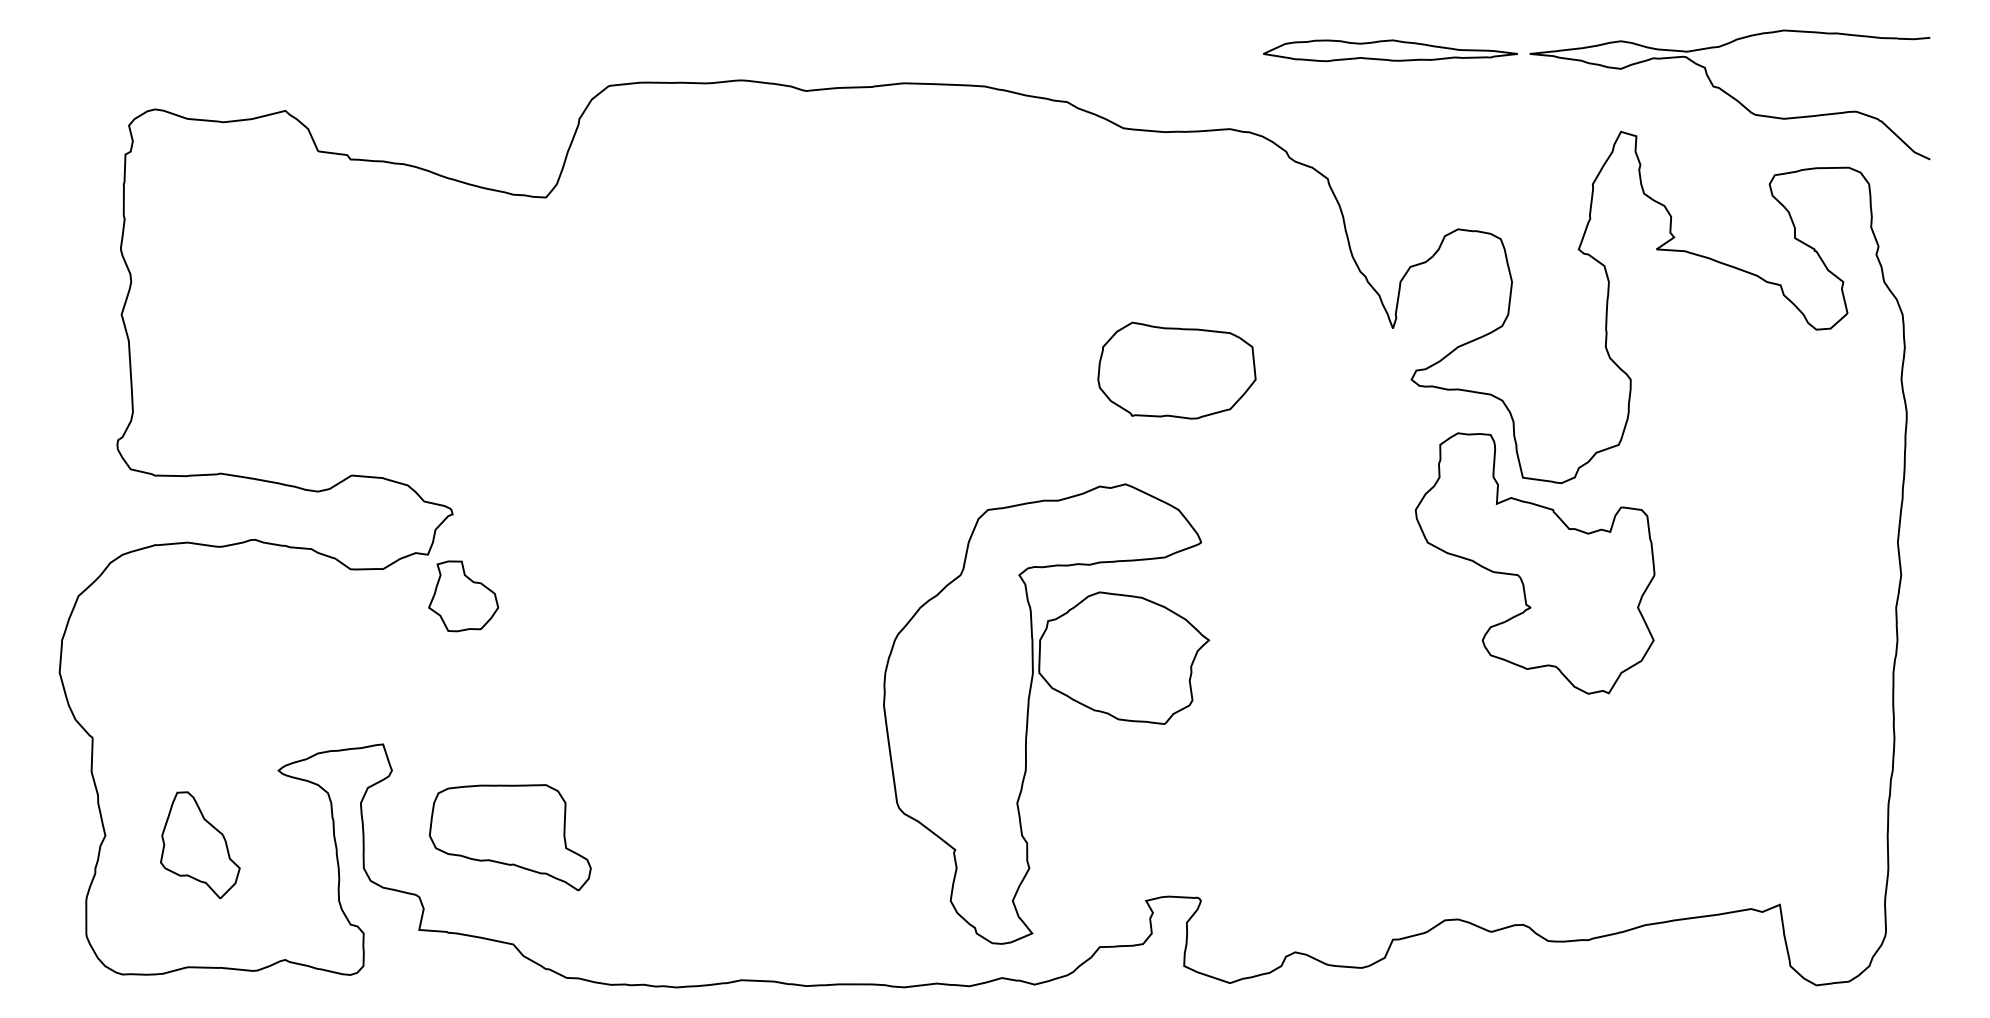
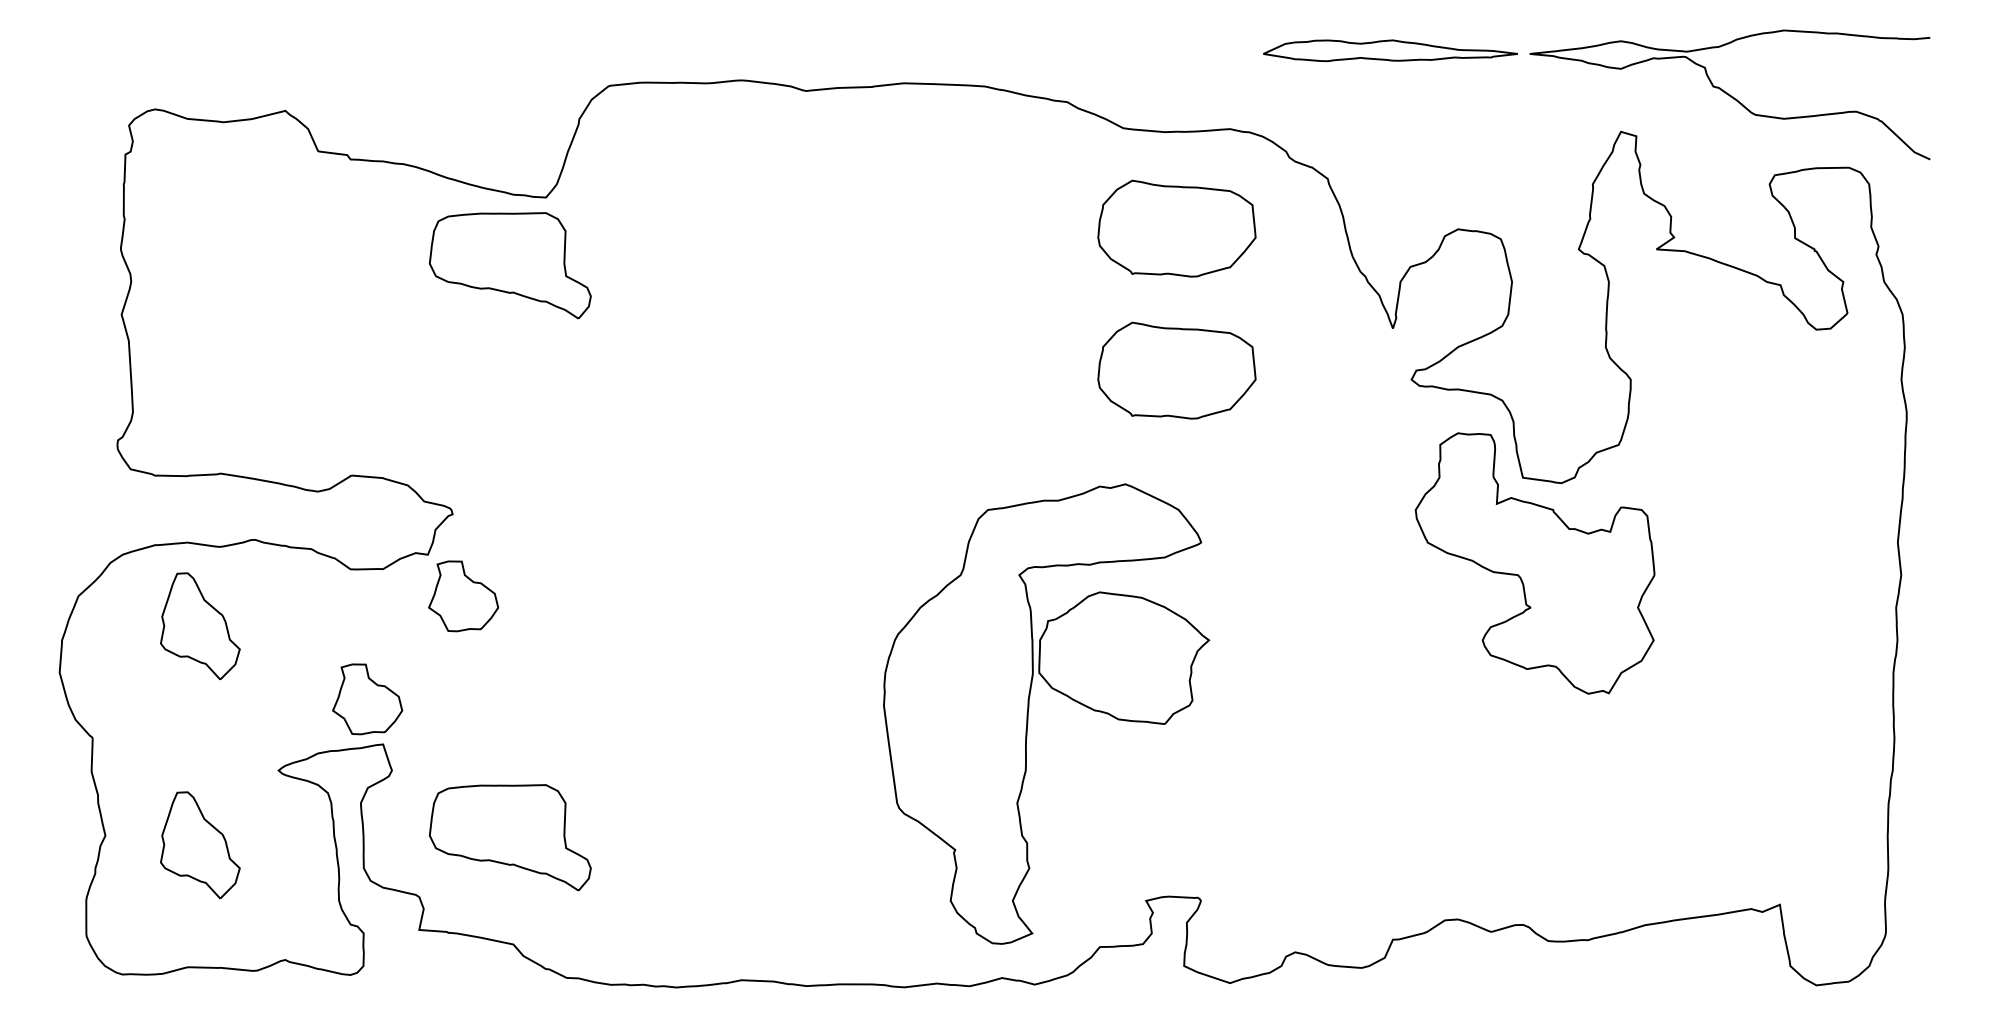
part at (1176, 228): none -> present
part at (509, 265): none -> present
part at (200, 625): none -> present
part at (367, 699): none -> present
